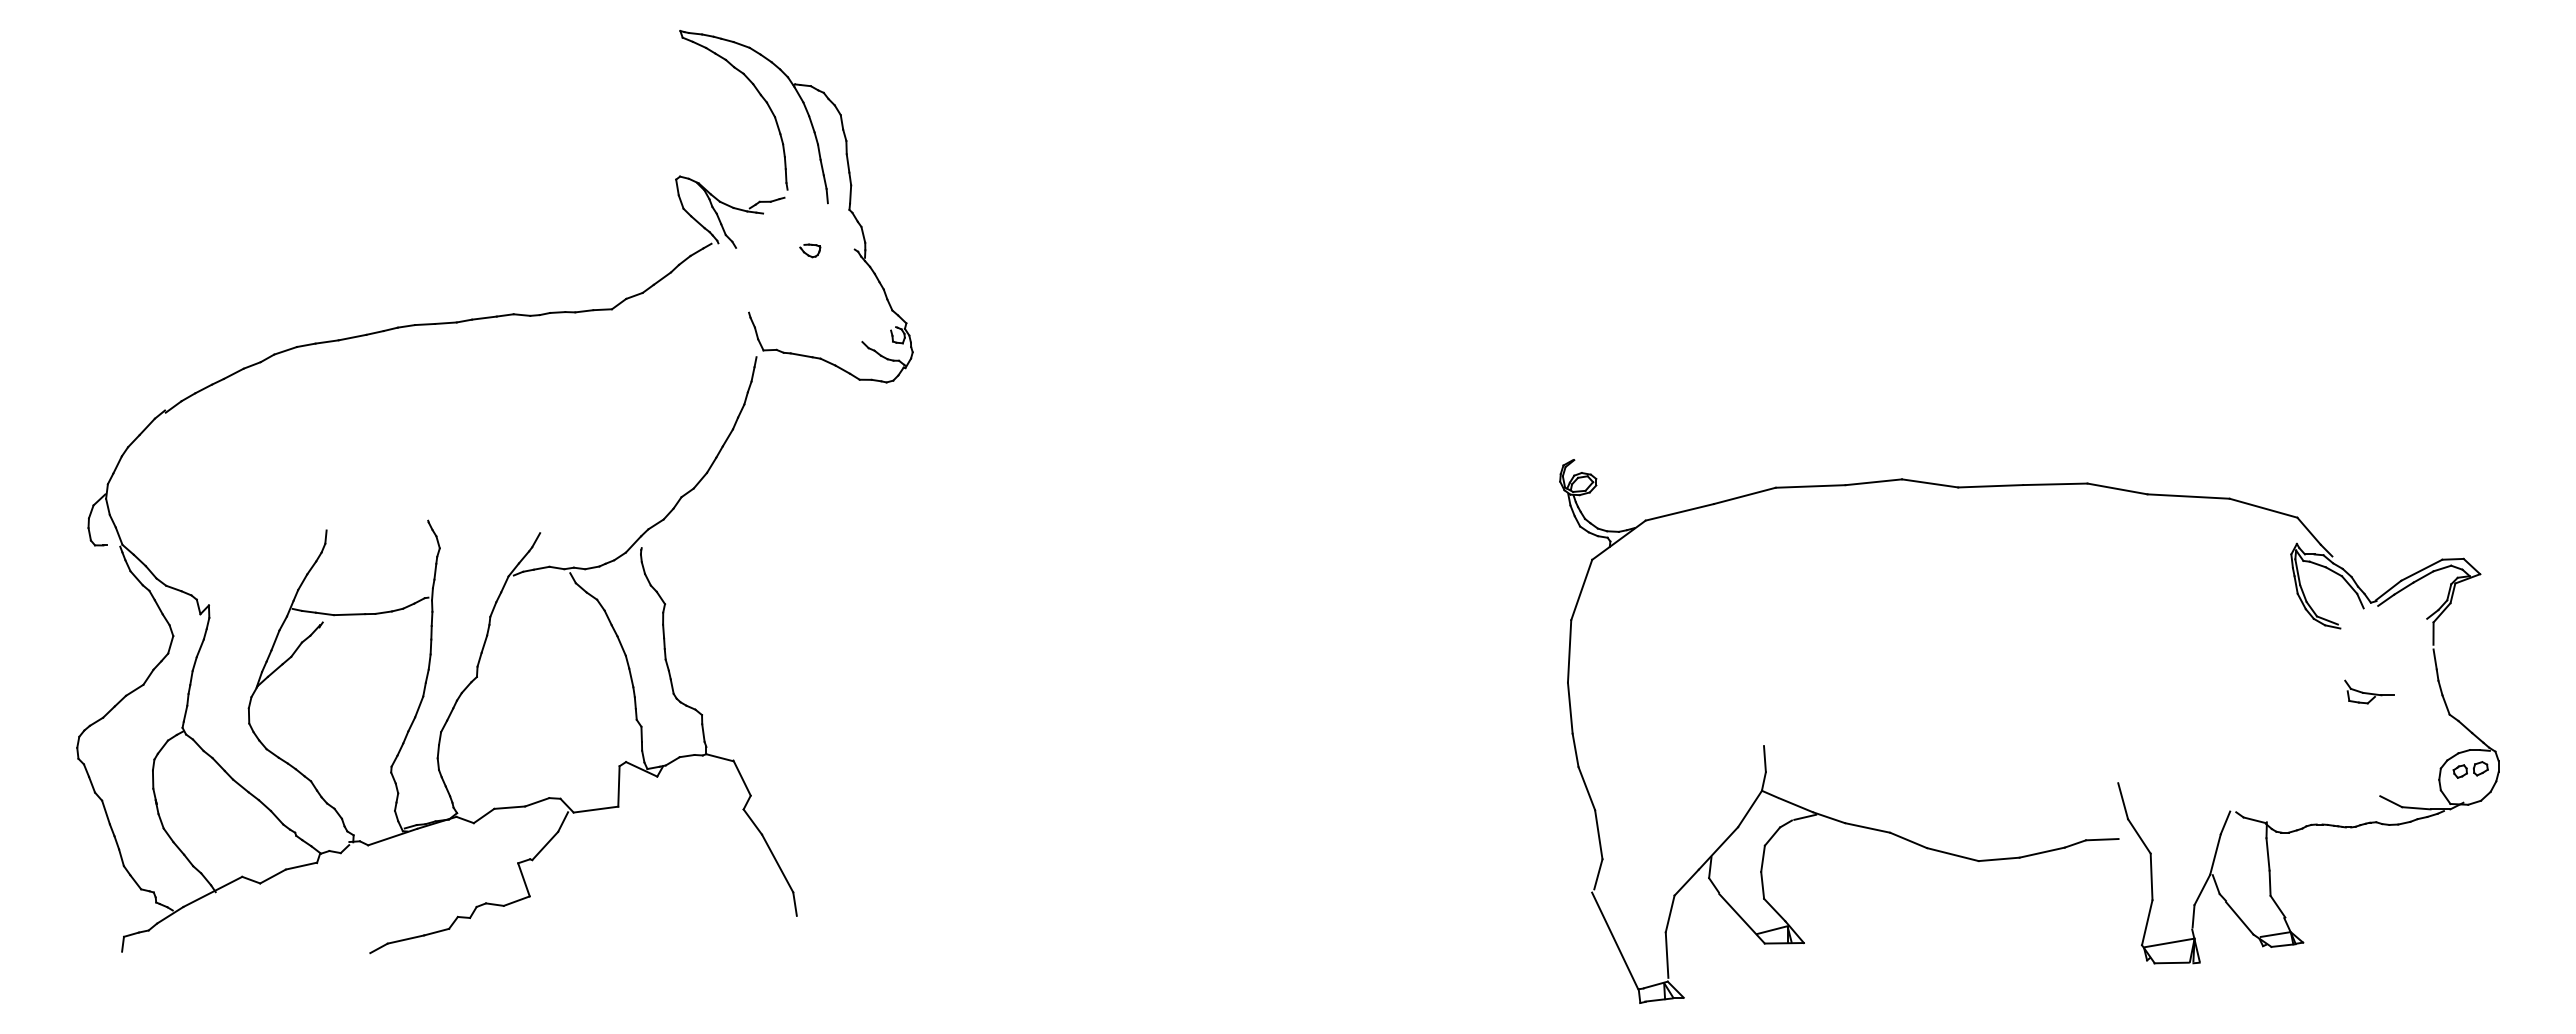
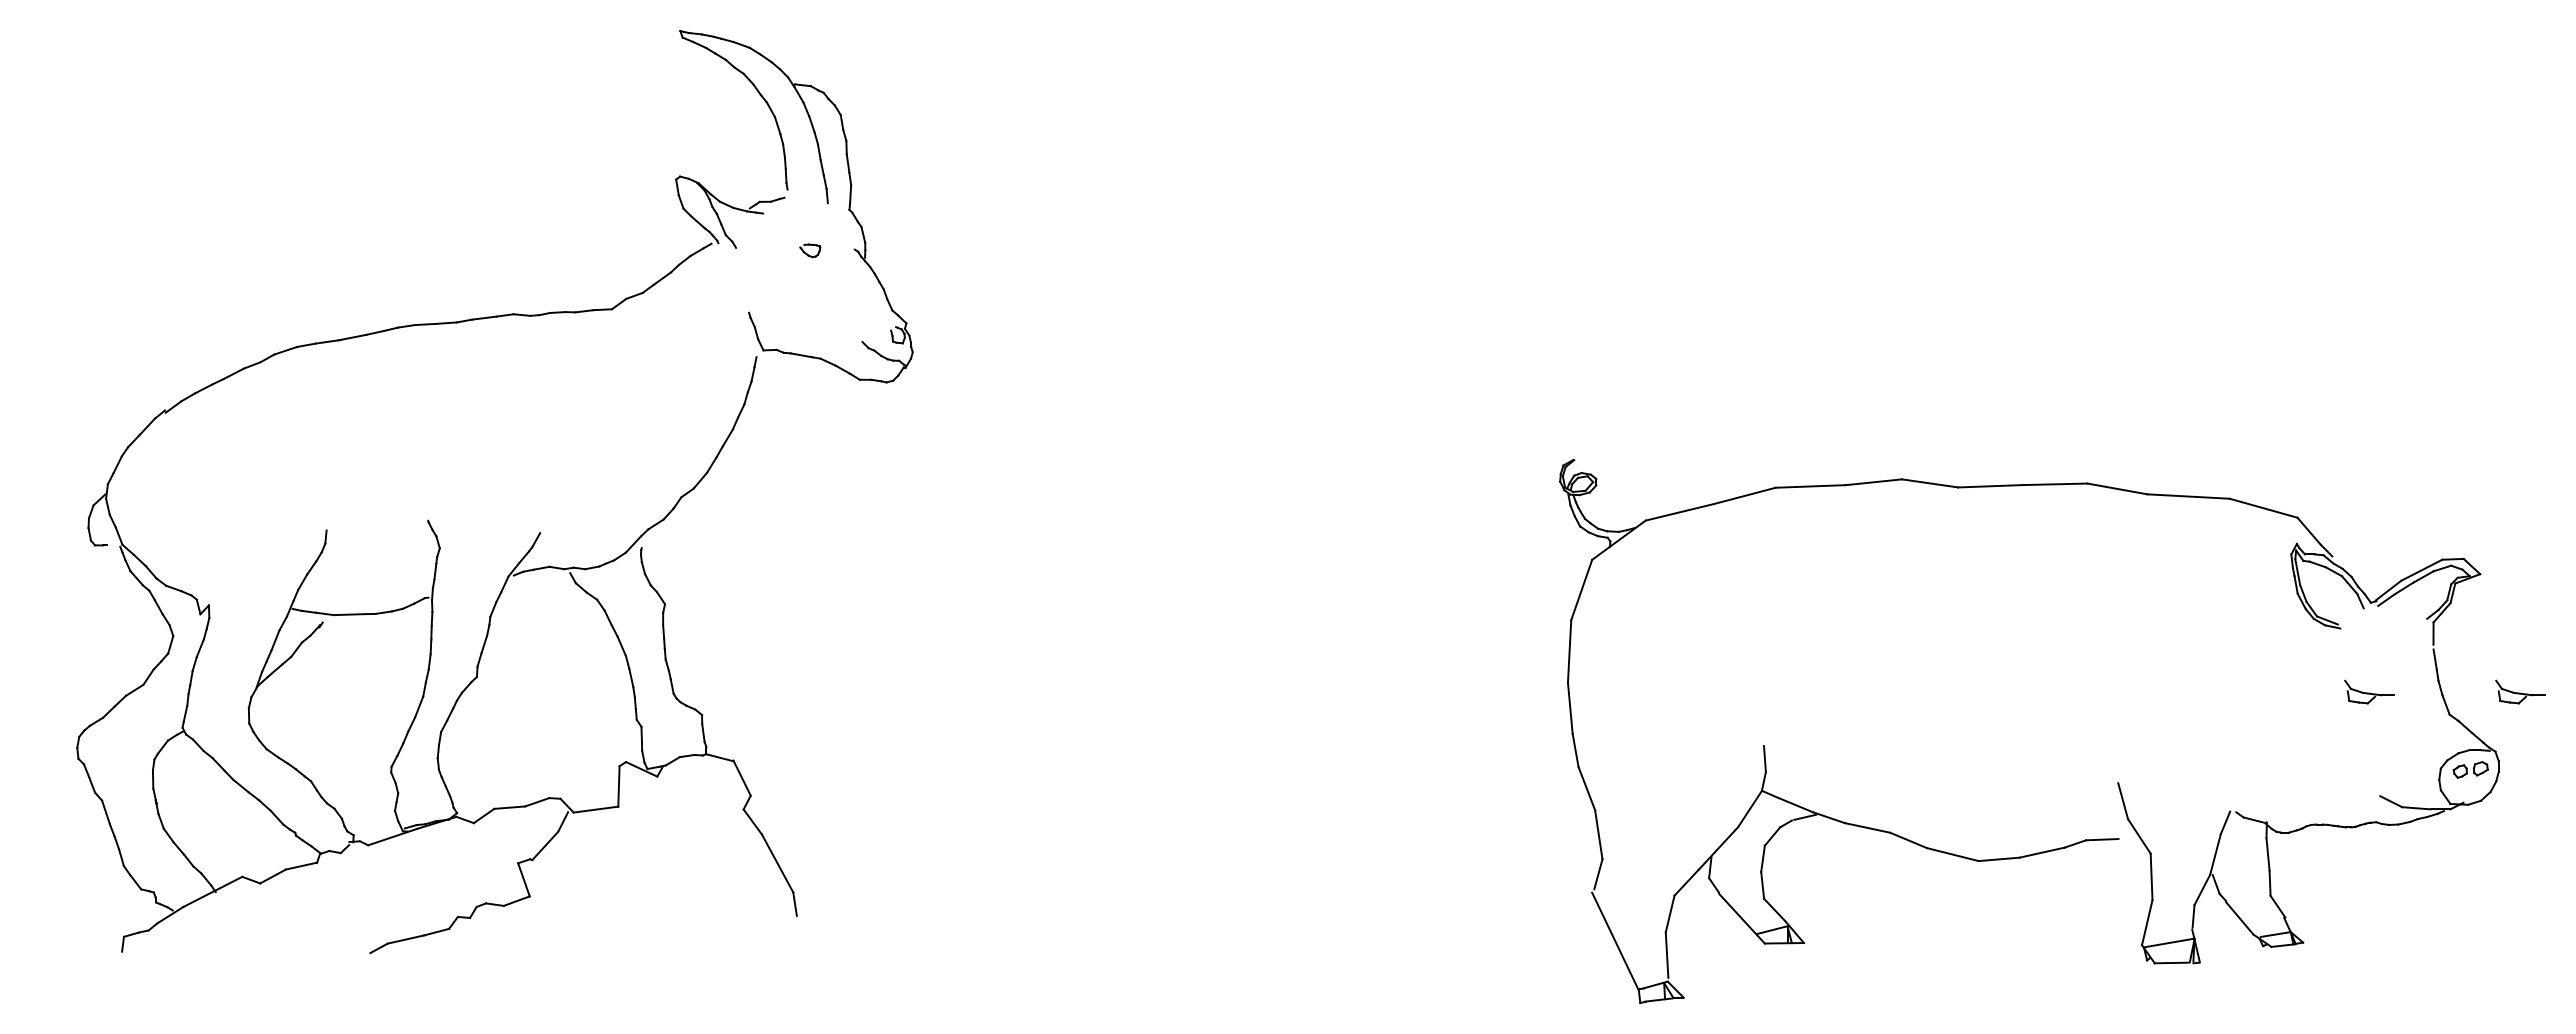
part at (2520, 691): none -> present
